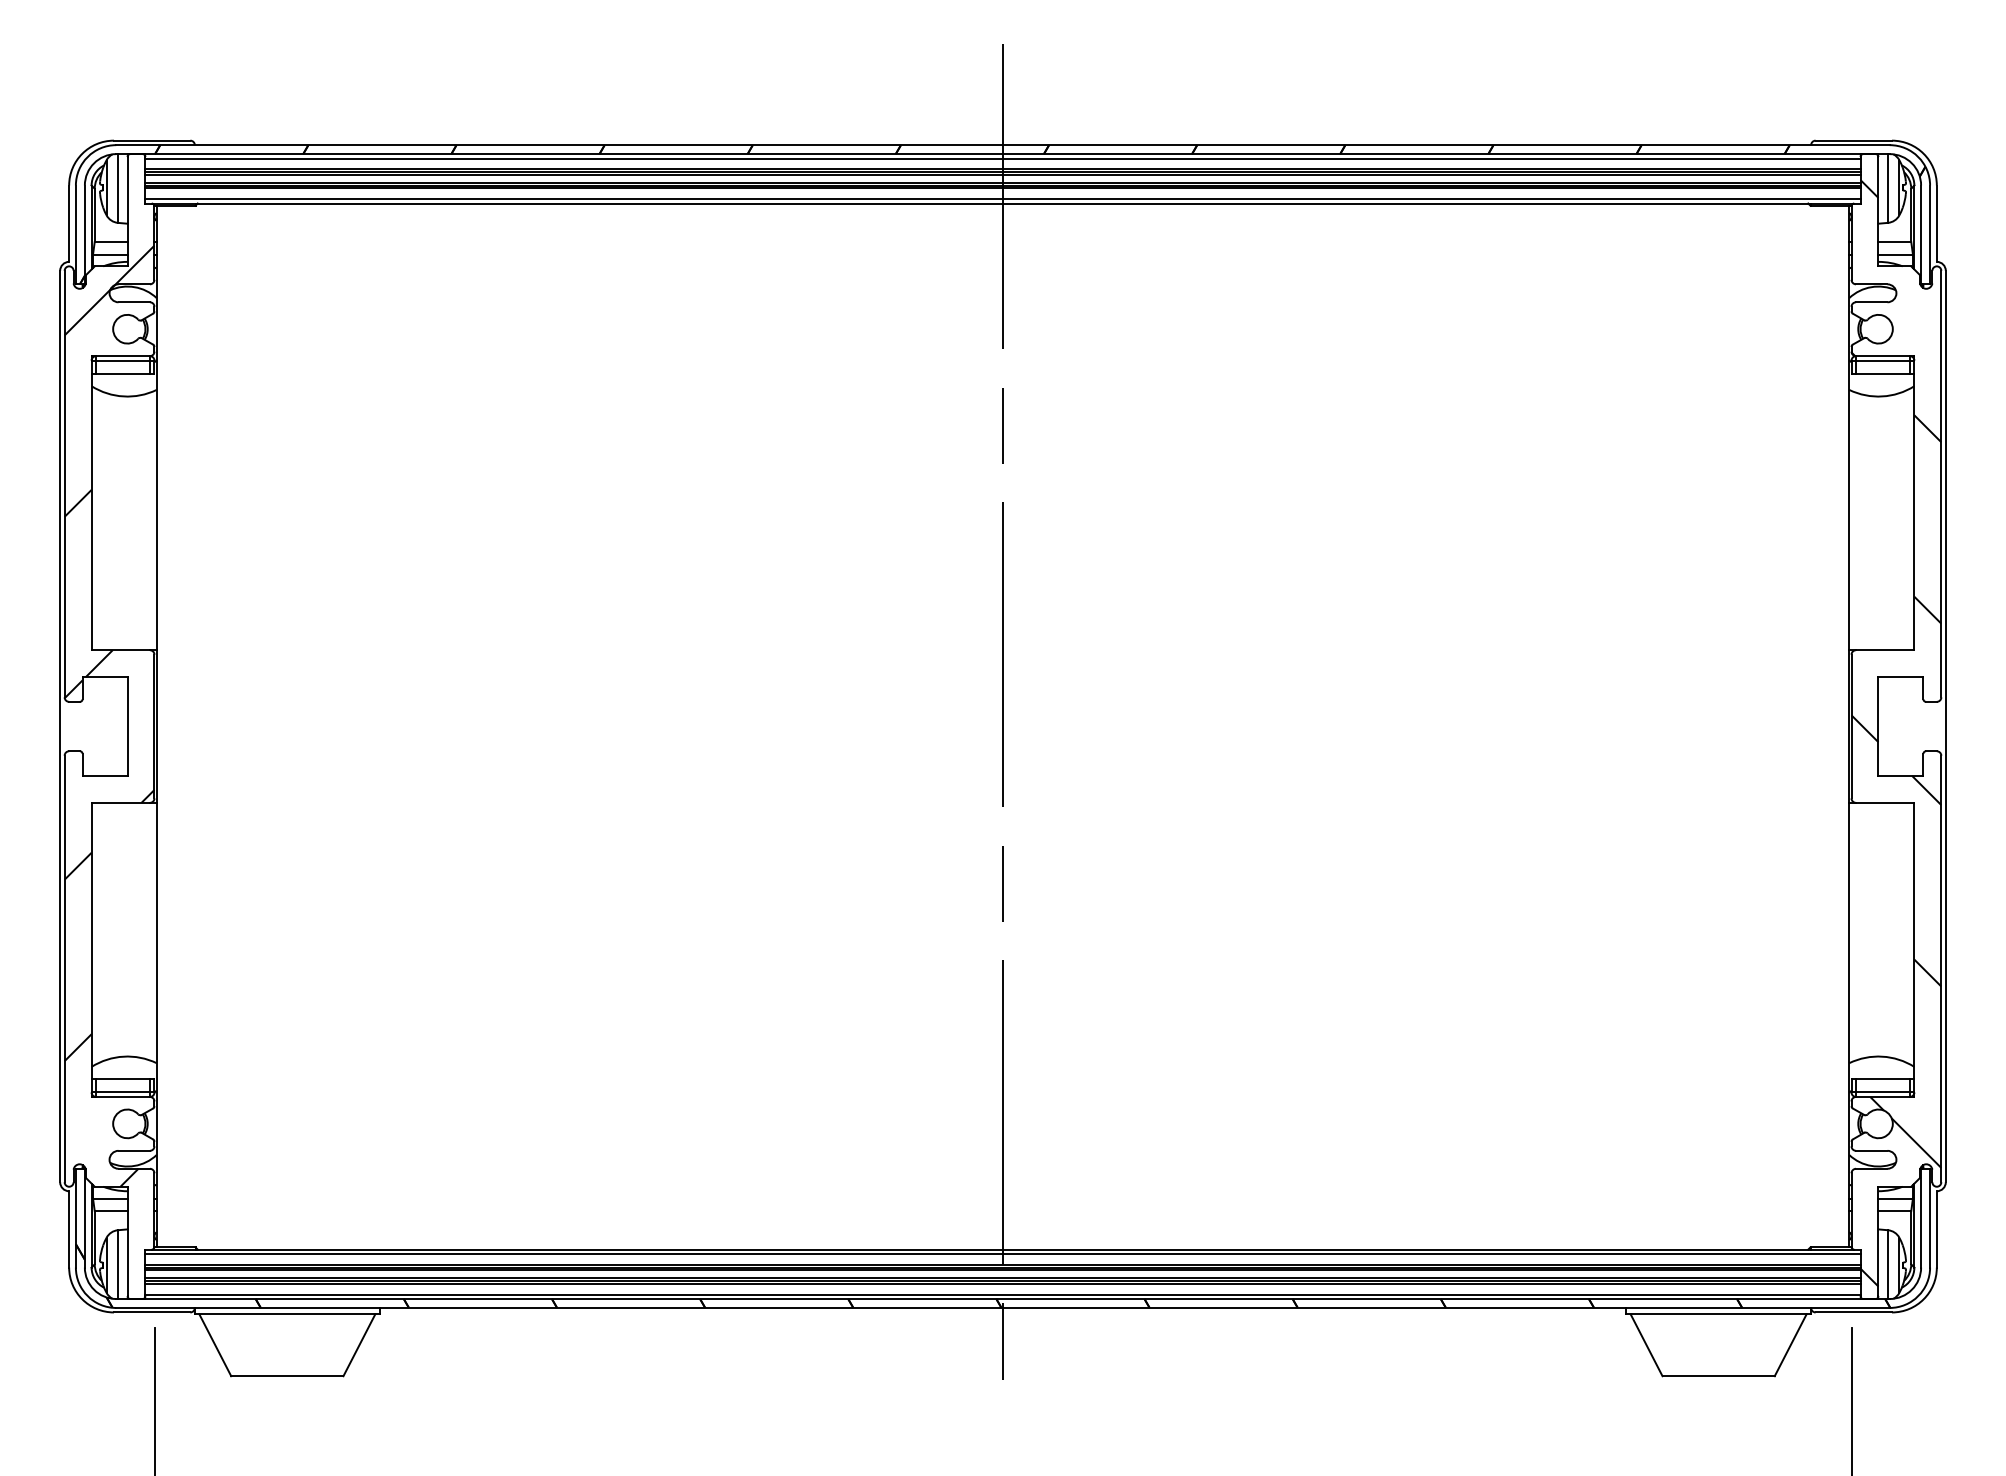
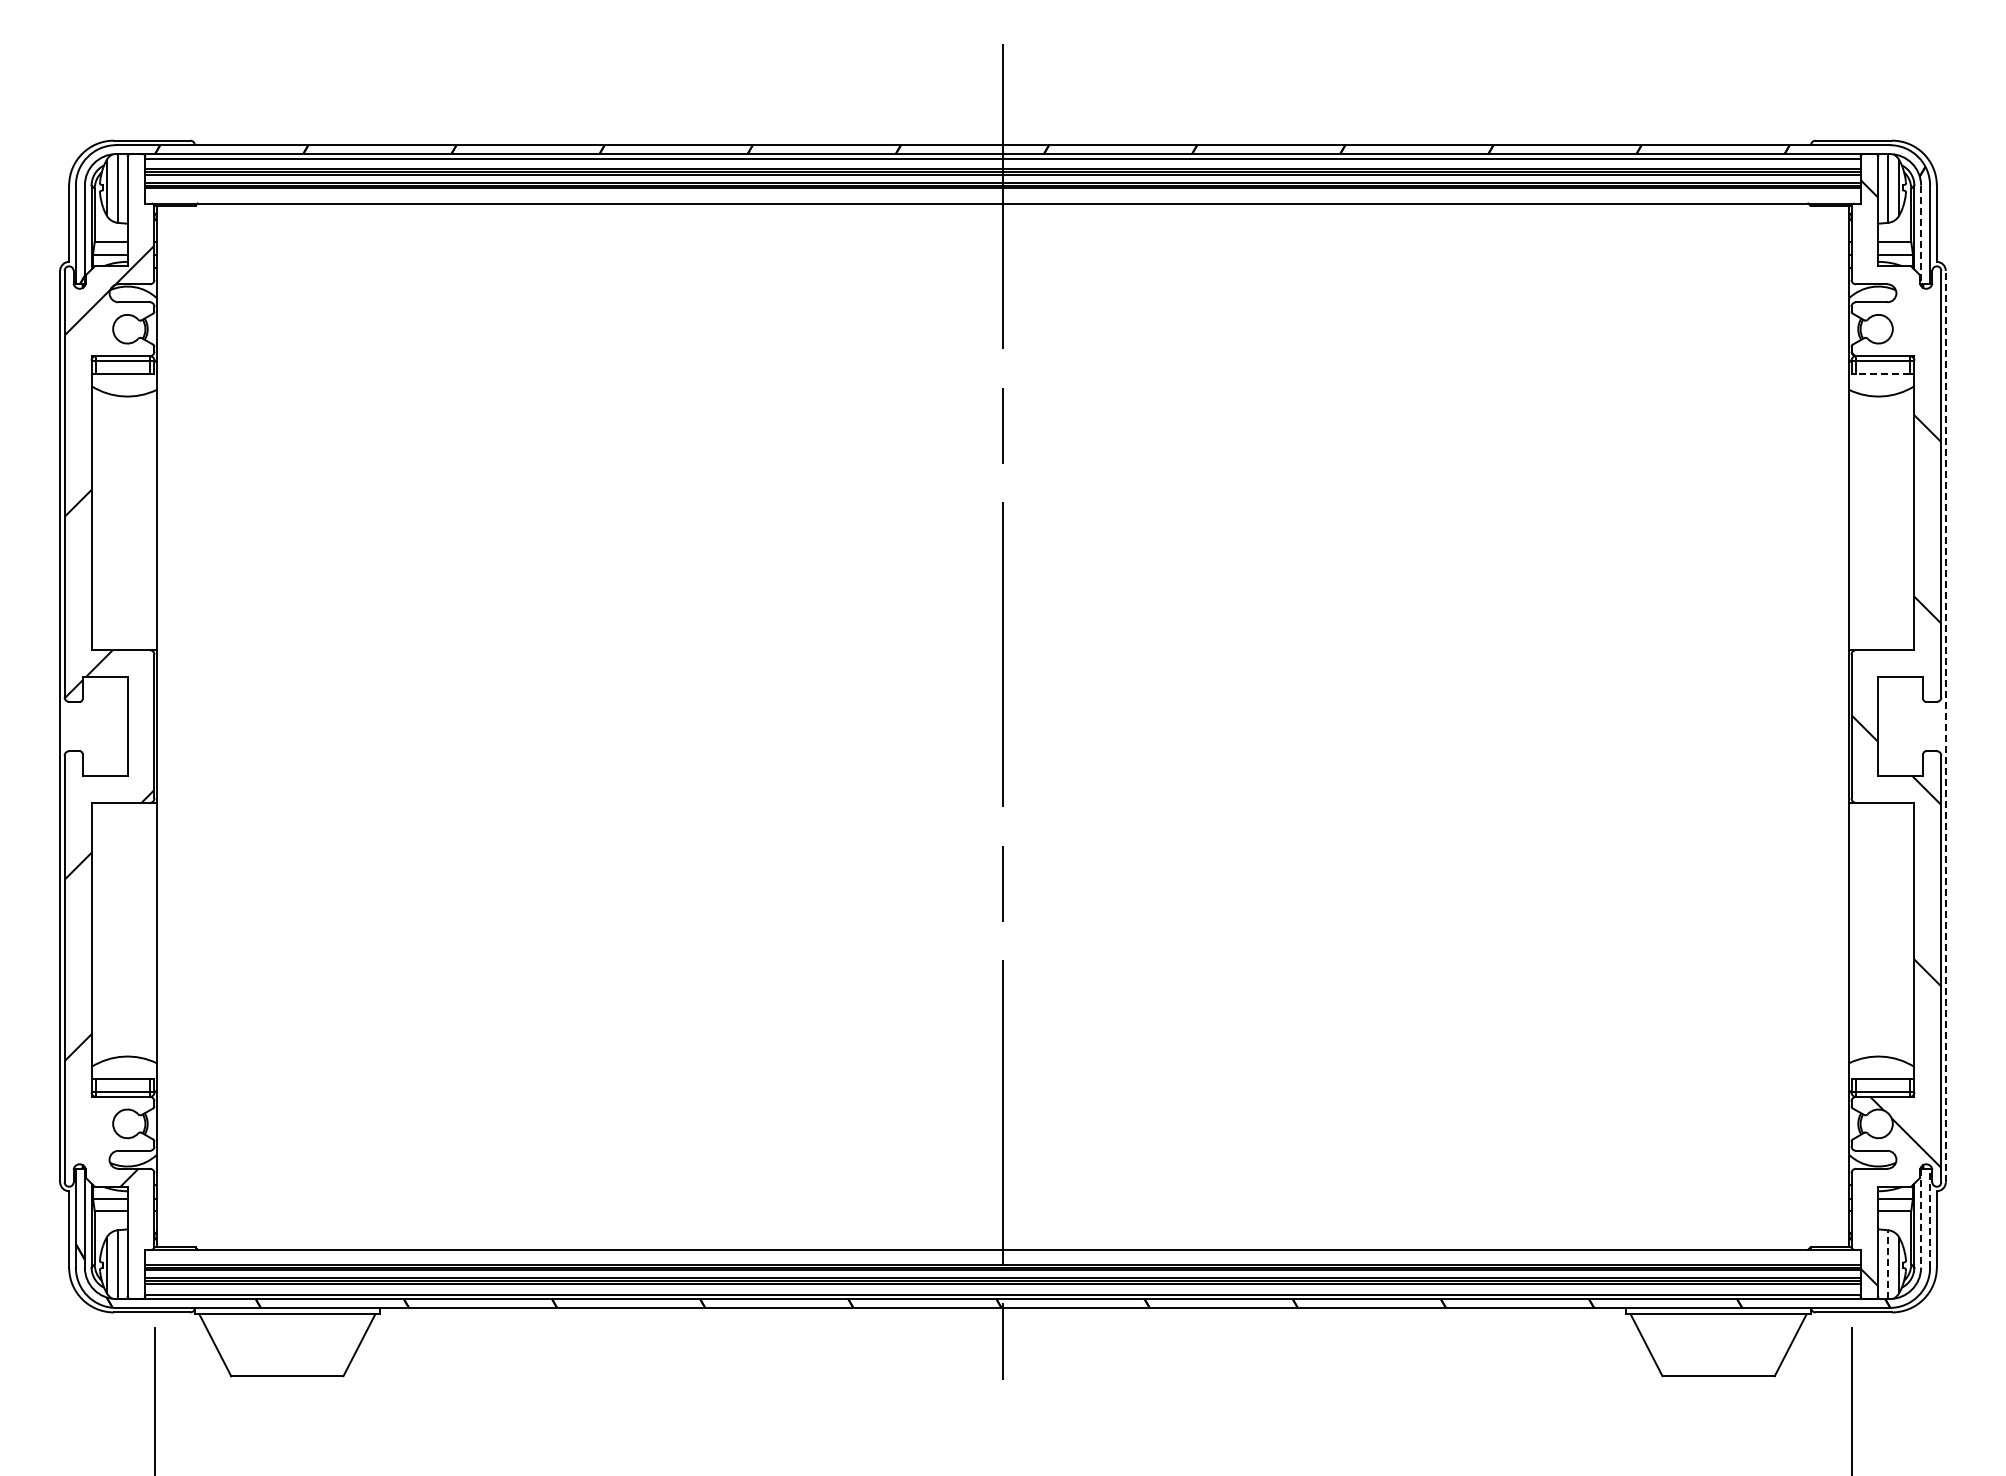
line at (1002, 199): present -> none
line at (1921, 235): solid -> dashed
line at (1882, 374): solid -> dashed
line at (1945, 726): solid -> dashed
line at (1930, 1217): solid -> dashed
line at (1921, 1218): solid -> dashed
line at (1002, 1254): present -> none
line at (1887, 1264): solid -> dashed
